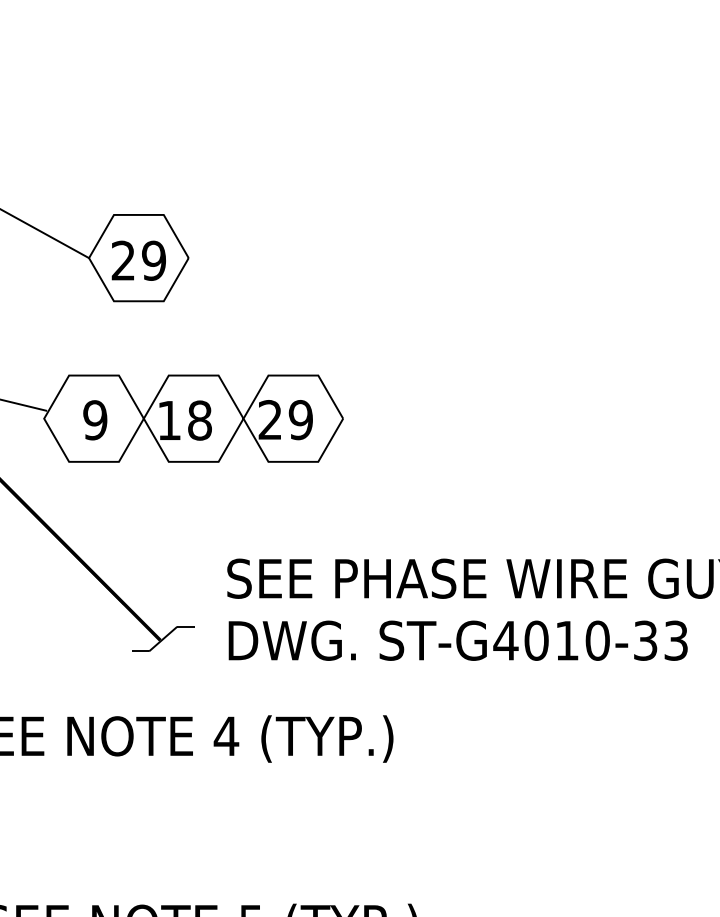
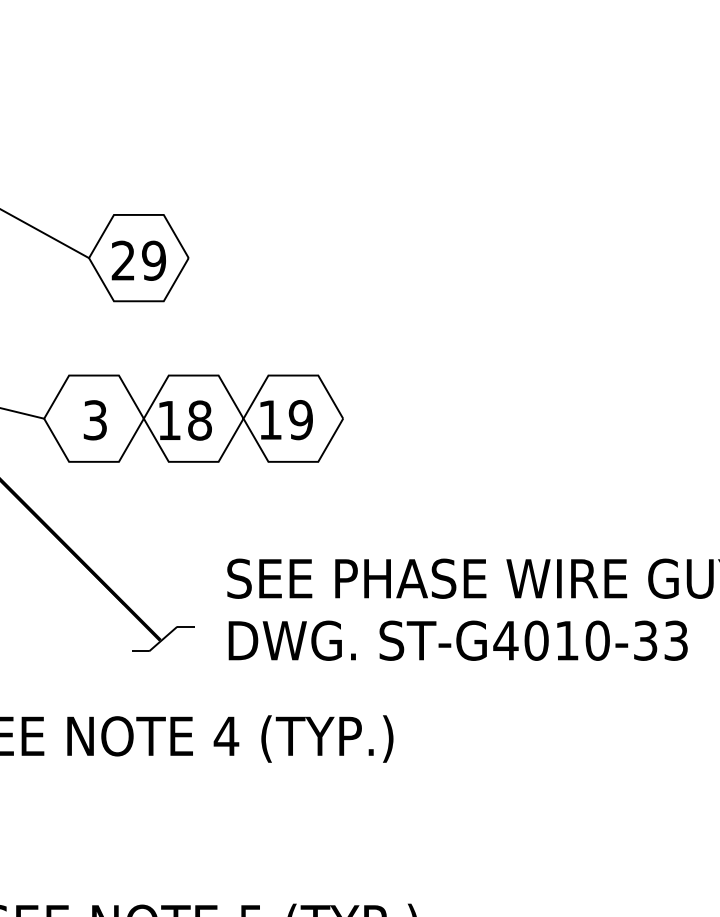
line at (24, 405) position: (24, 405) -> (23, 413)
text at (269, 419): 29 -> 19
text at (95, 420): 9 -> 3
